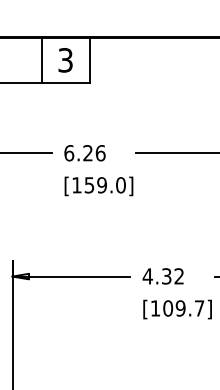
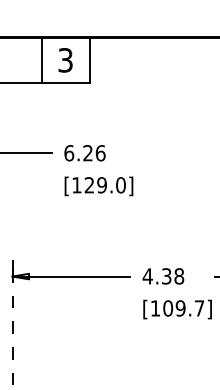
line at (176, 153): present -> none
text at (89, 185): [159.0] -> [129.0]
text at (179, 276): 4.32 -> 4.38
line at (12, 324): solid -> dashed
